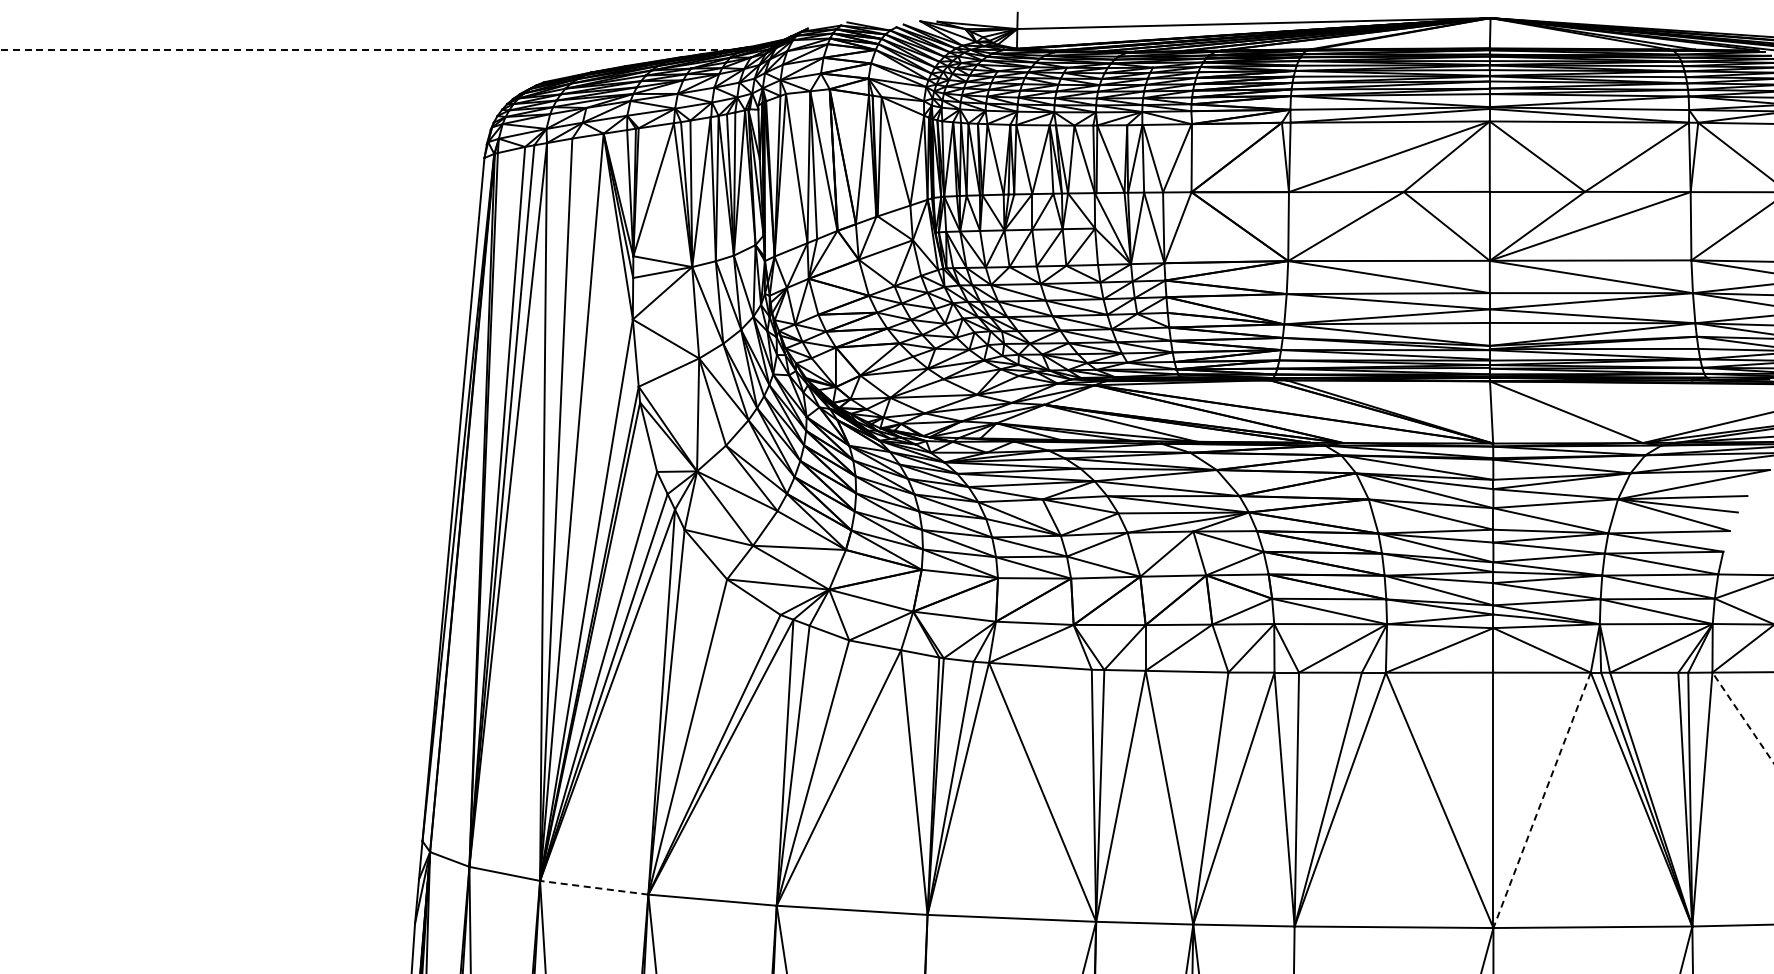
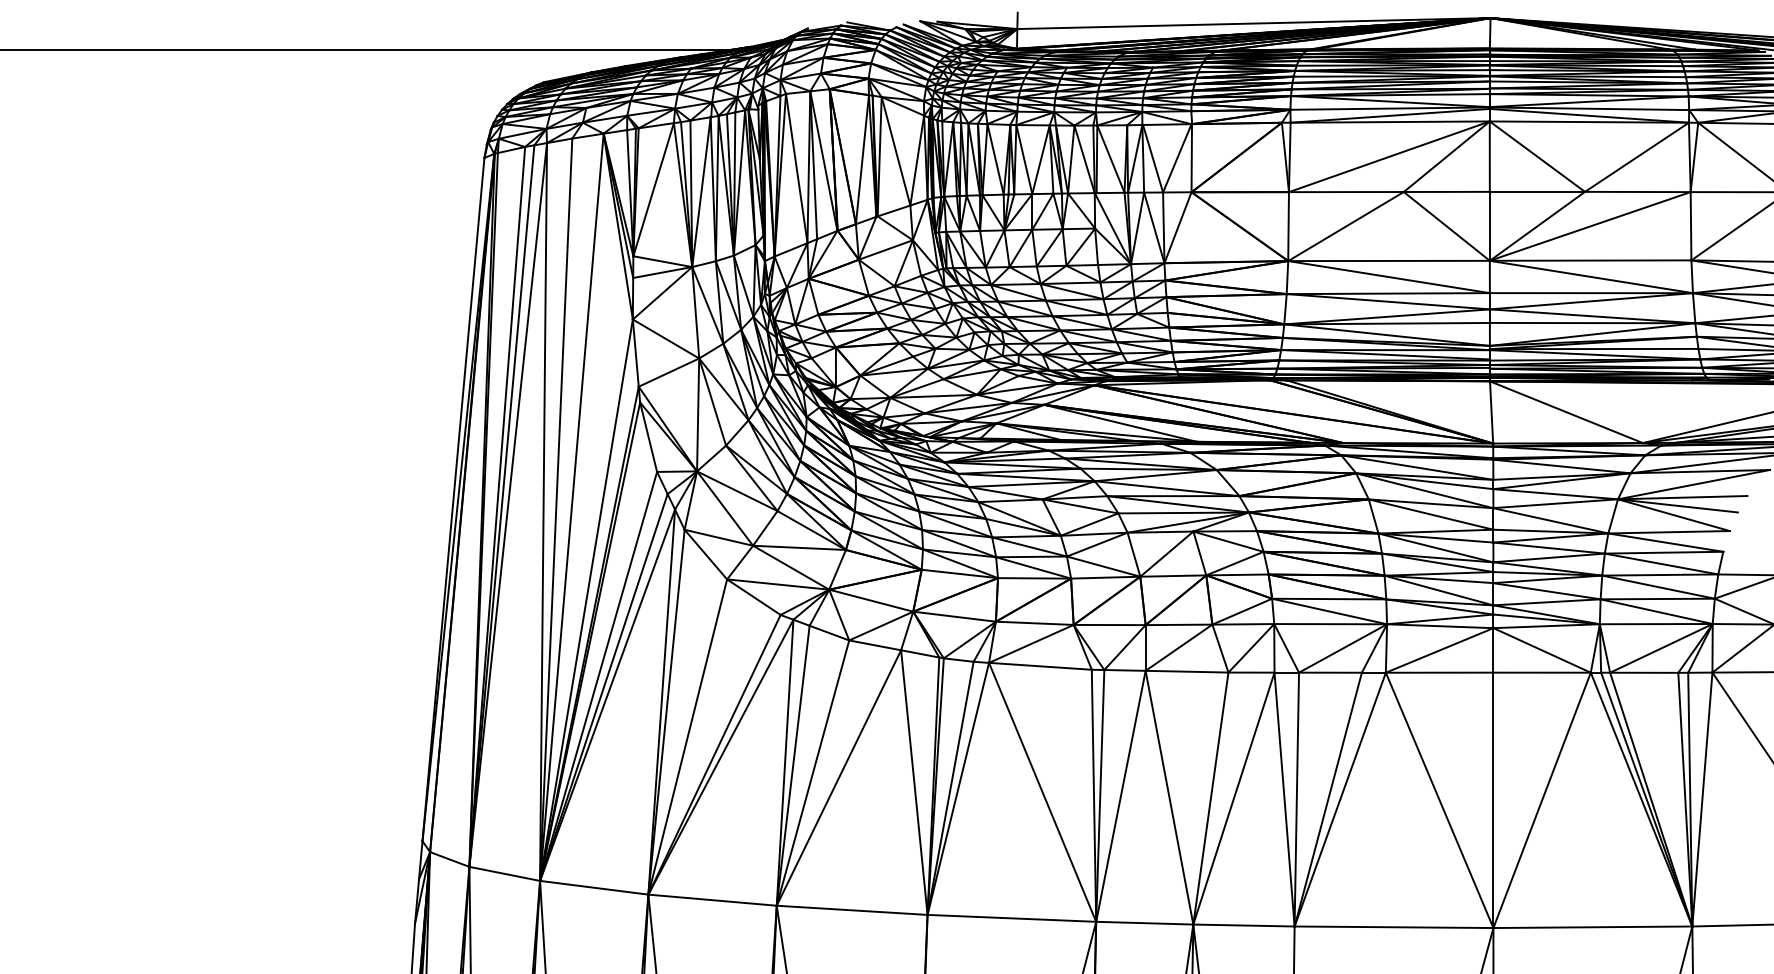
line at (364, 50): dashed -> solid
line at (1743, 718): dashed -> solid
line at (1542, 800): dashed -> solid
line at (594, 887): dashed -> solid
